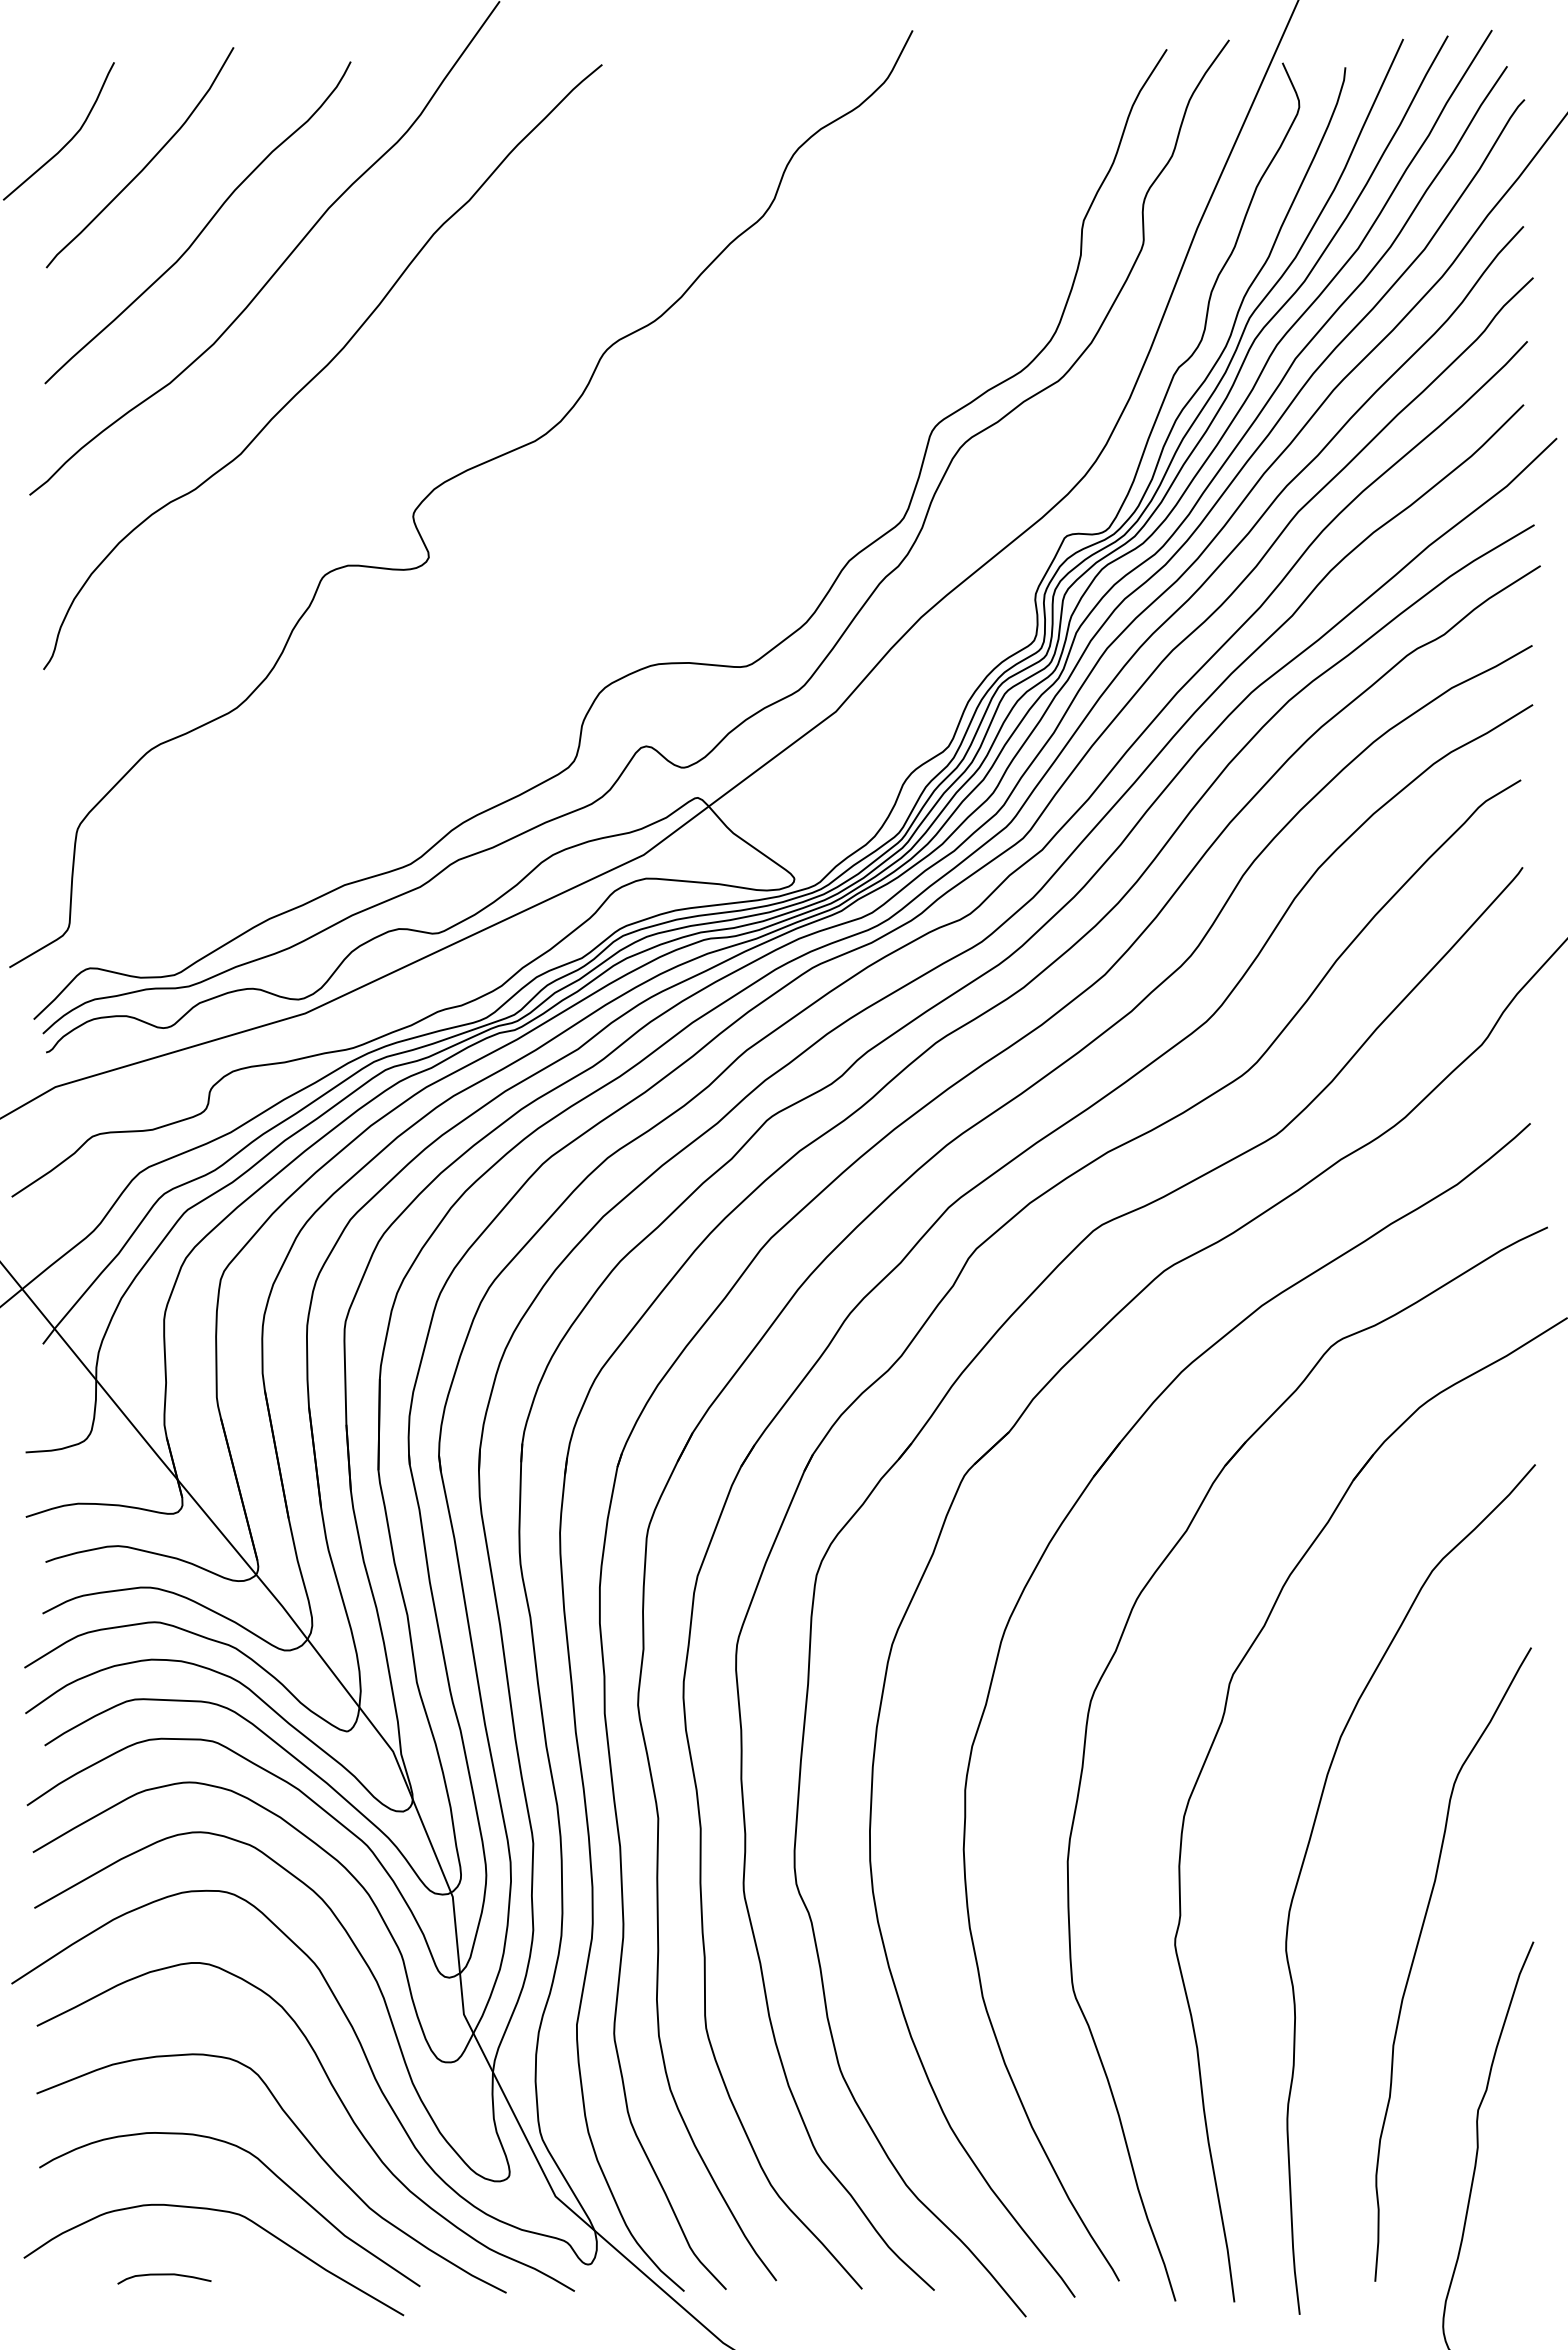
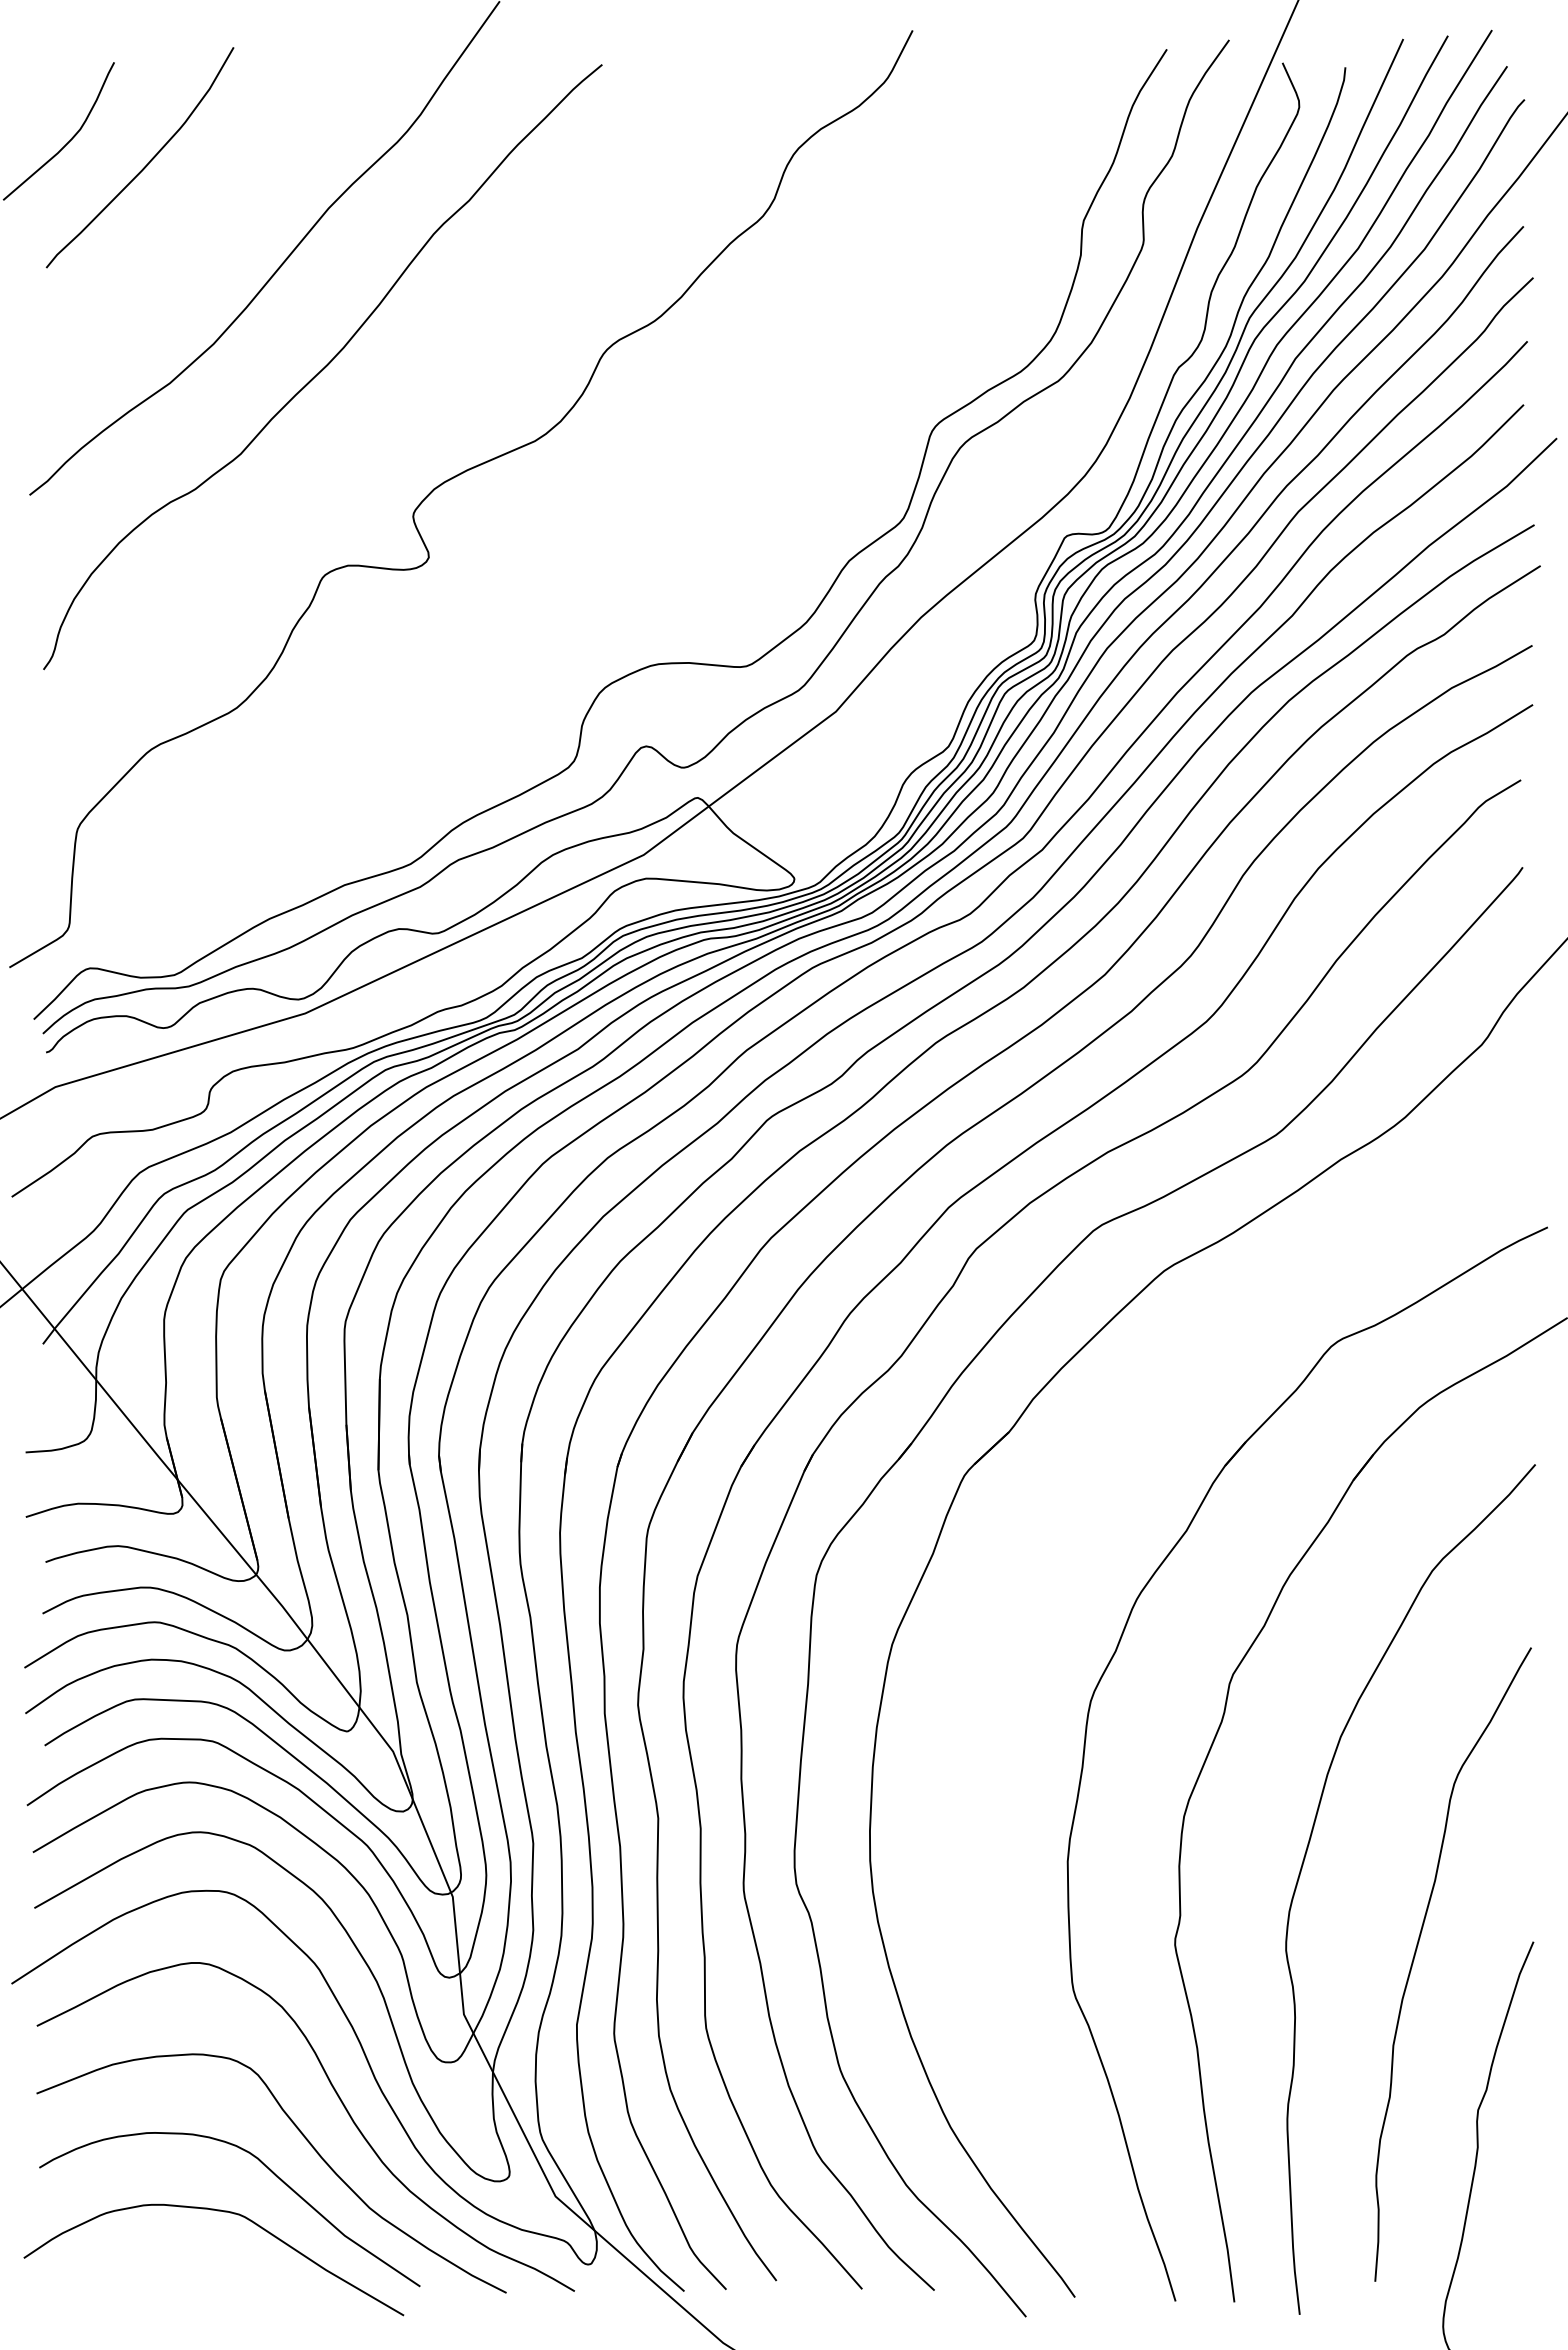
curve at (203, 227): present -> none
part at (1027, 1585): present -> none
curve at (164, 2275): present -> none
